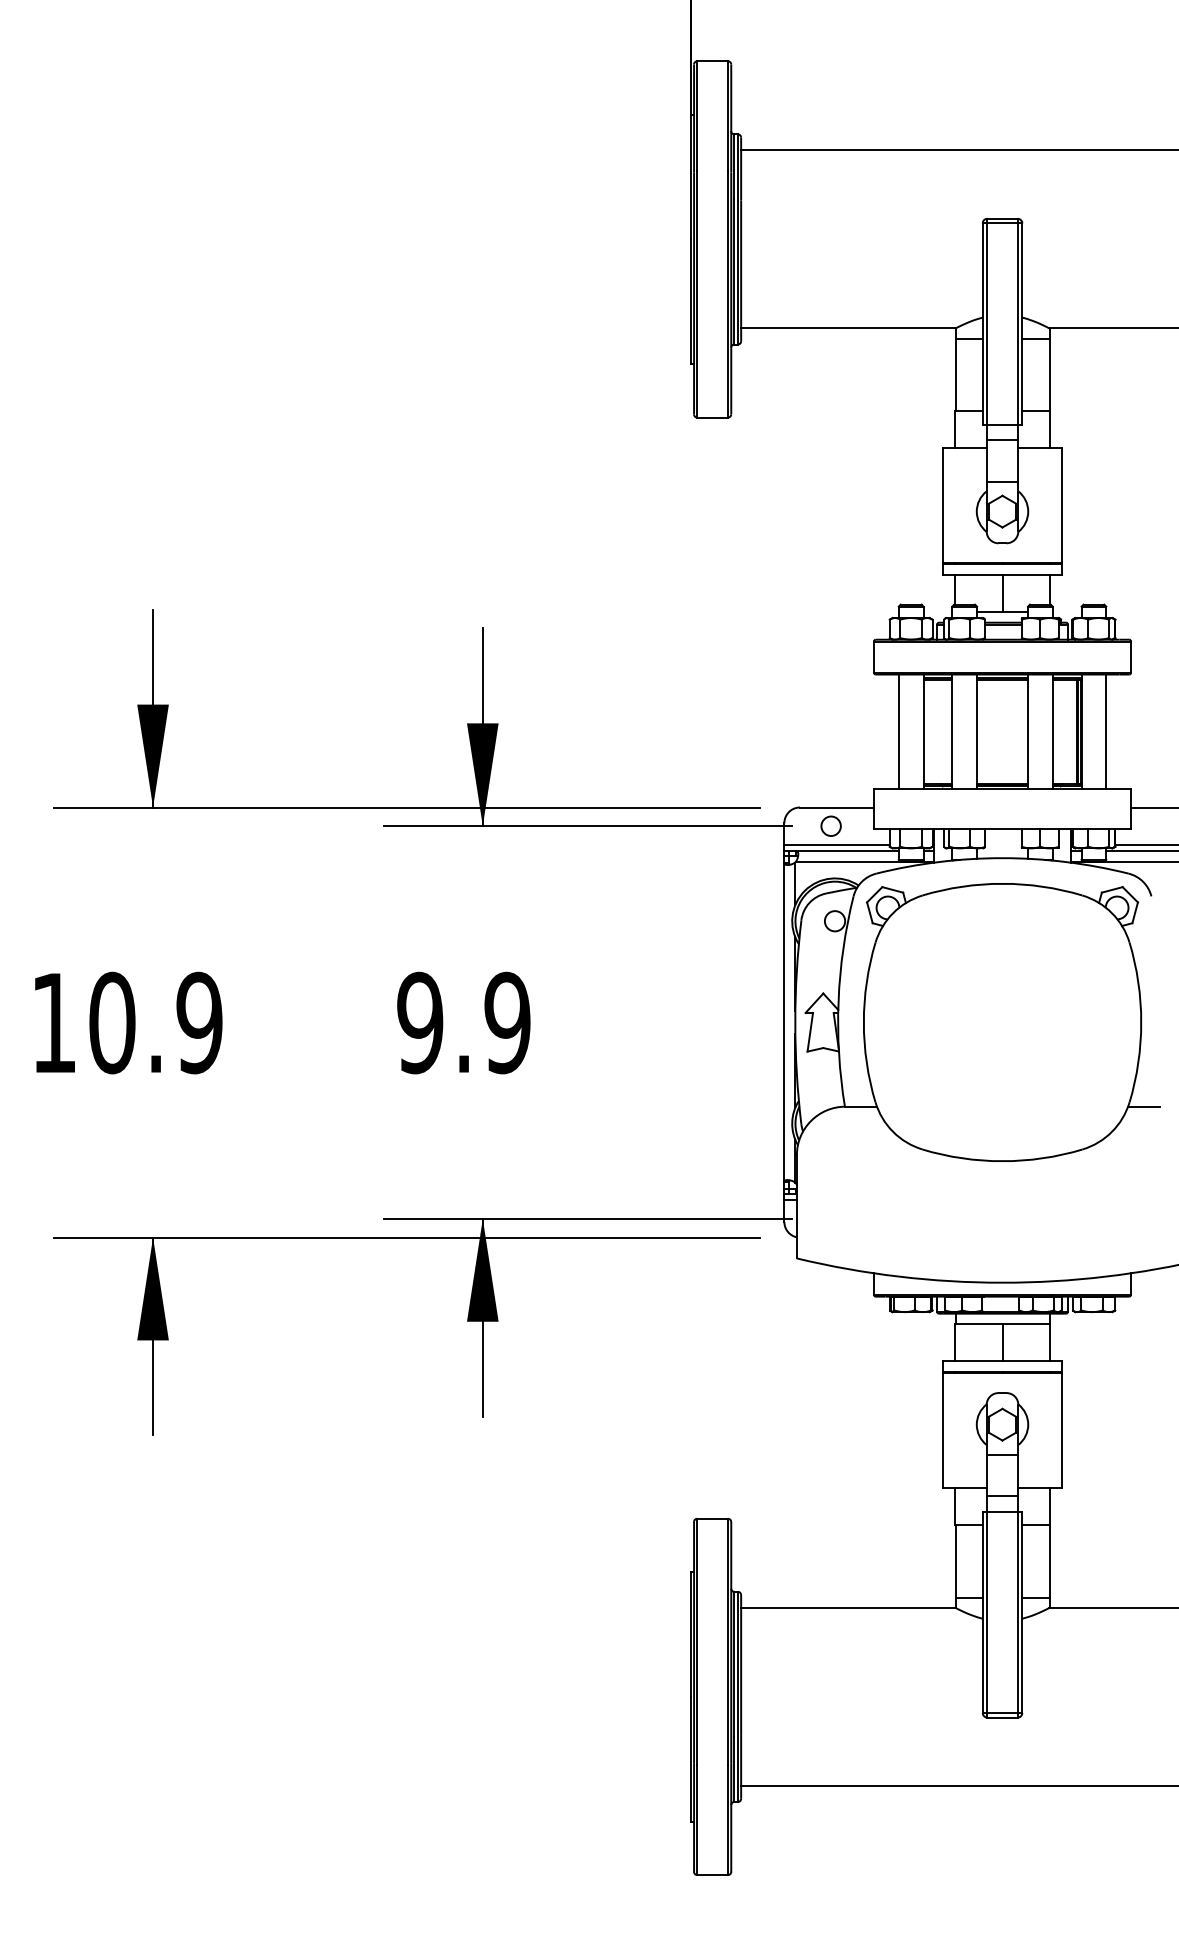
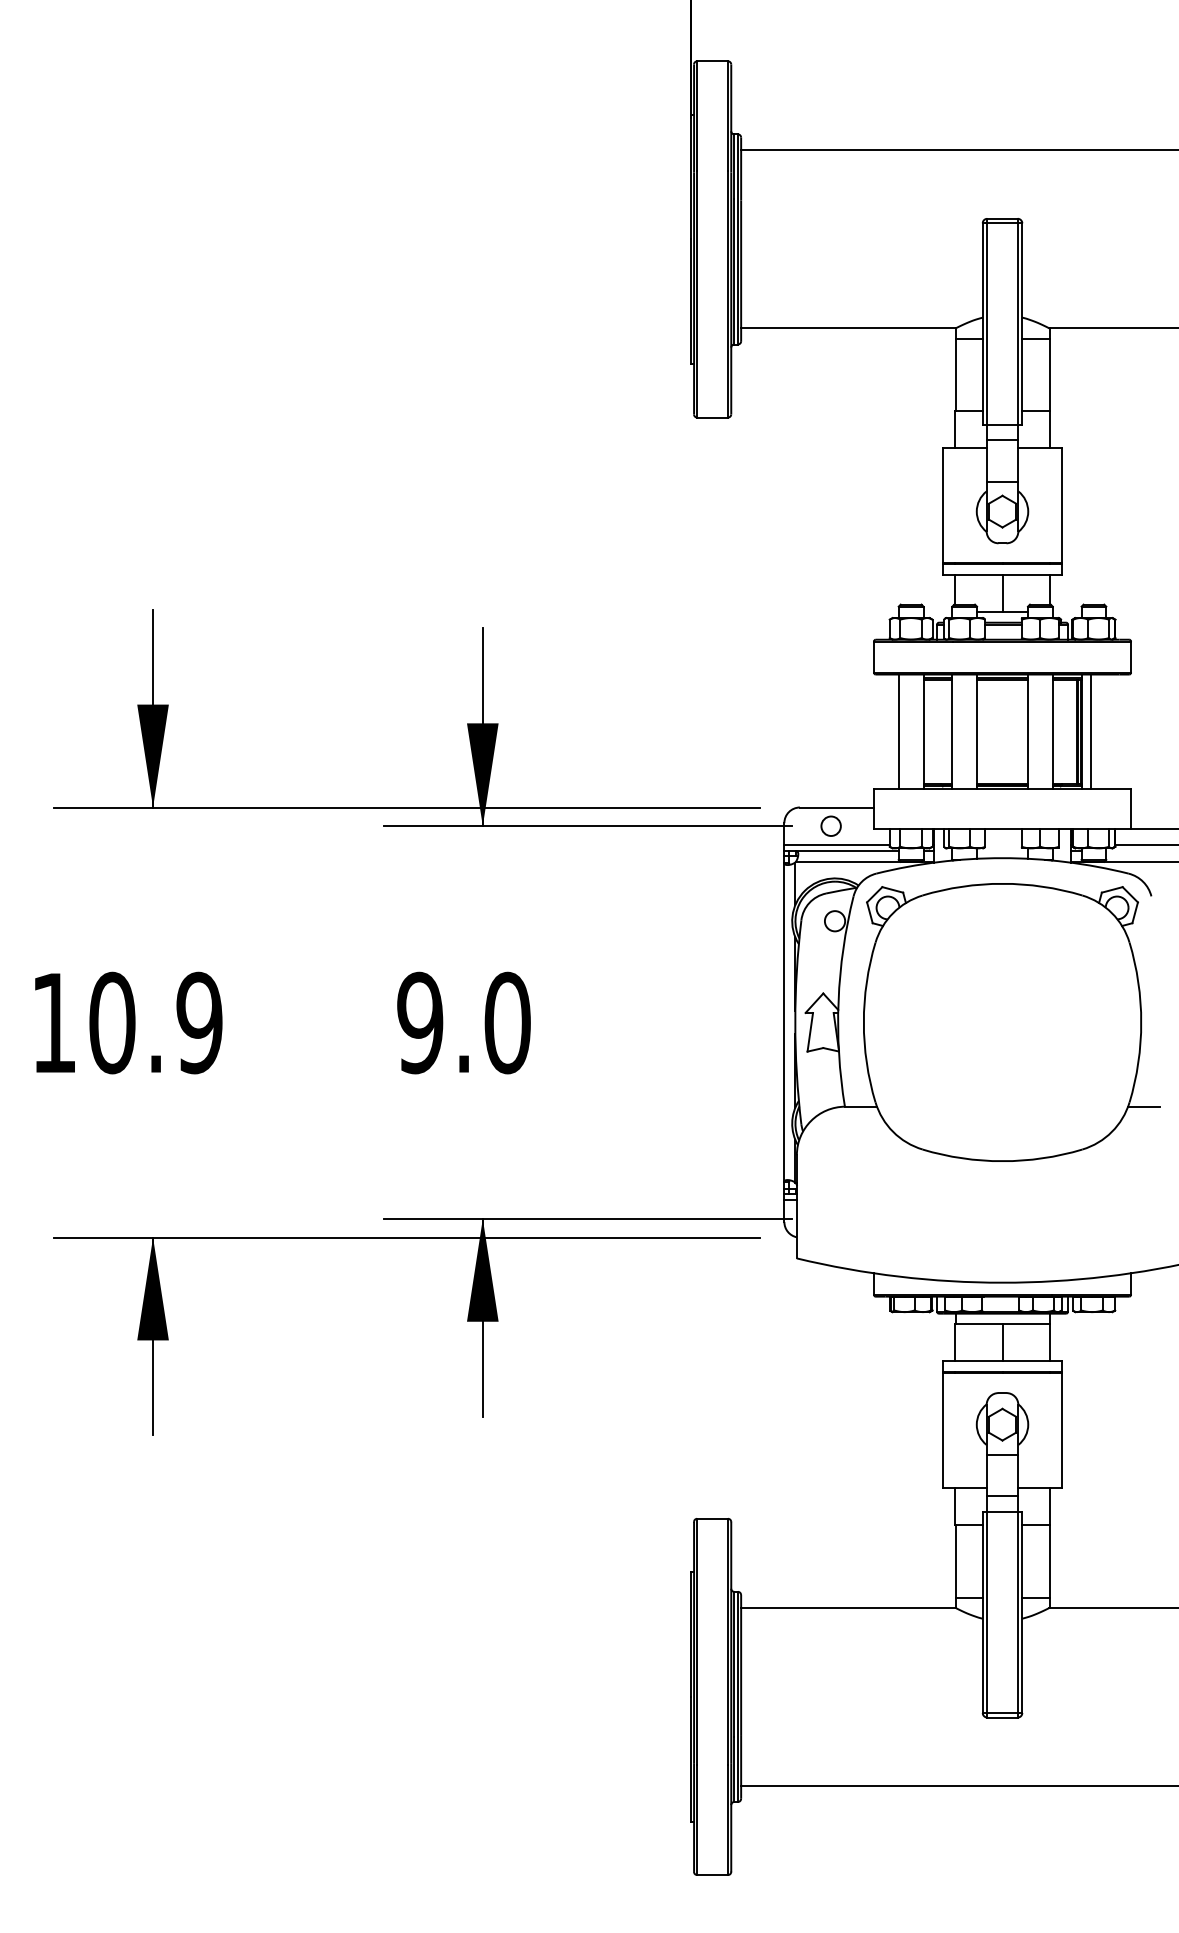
line at (1106, 731) position: (1106, 731) -> (1091, 731)
line at (1153, 807) position: (1153, 807) -> (1153, 828)
line at (1140, 851): present -> none
text at (507, 1022): 9.9 -> 9.0
